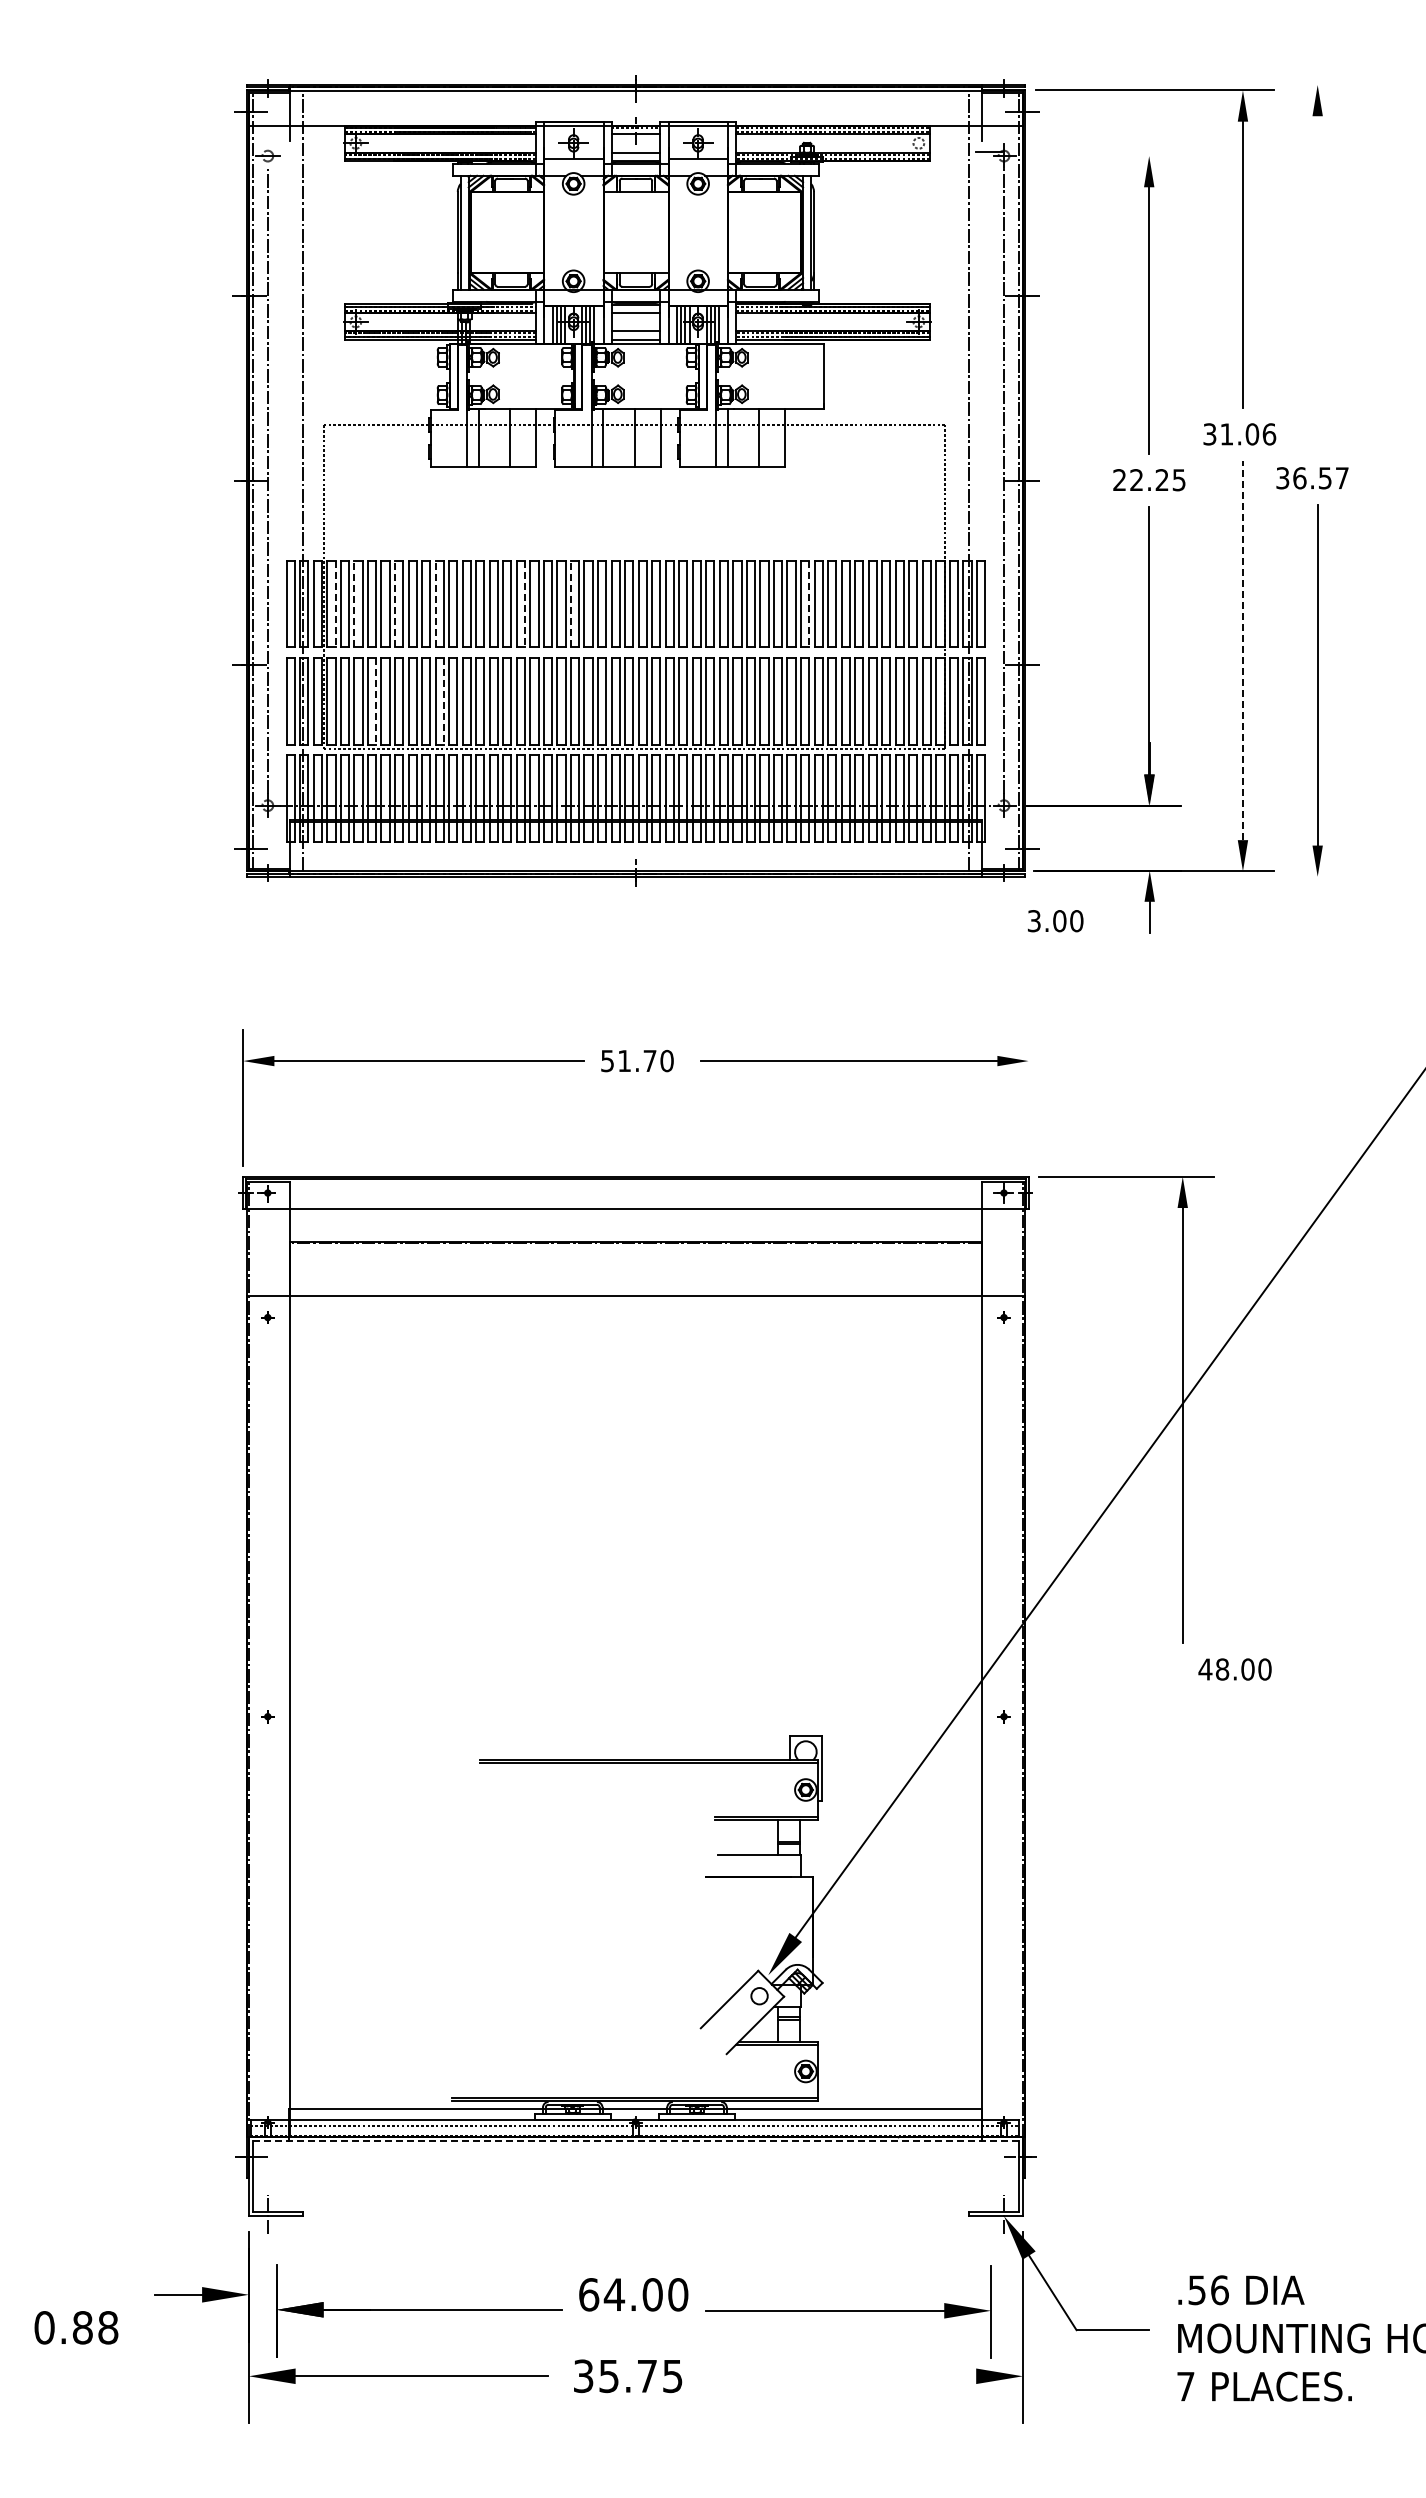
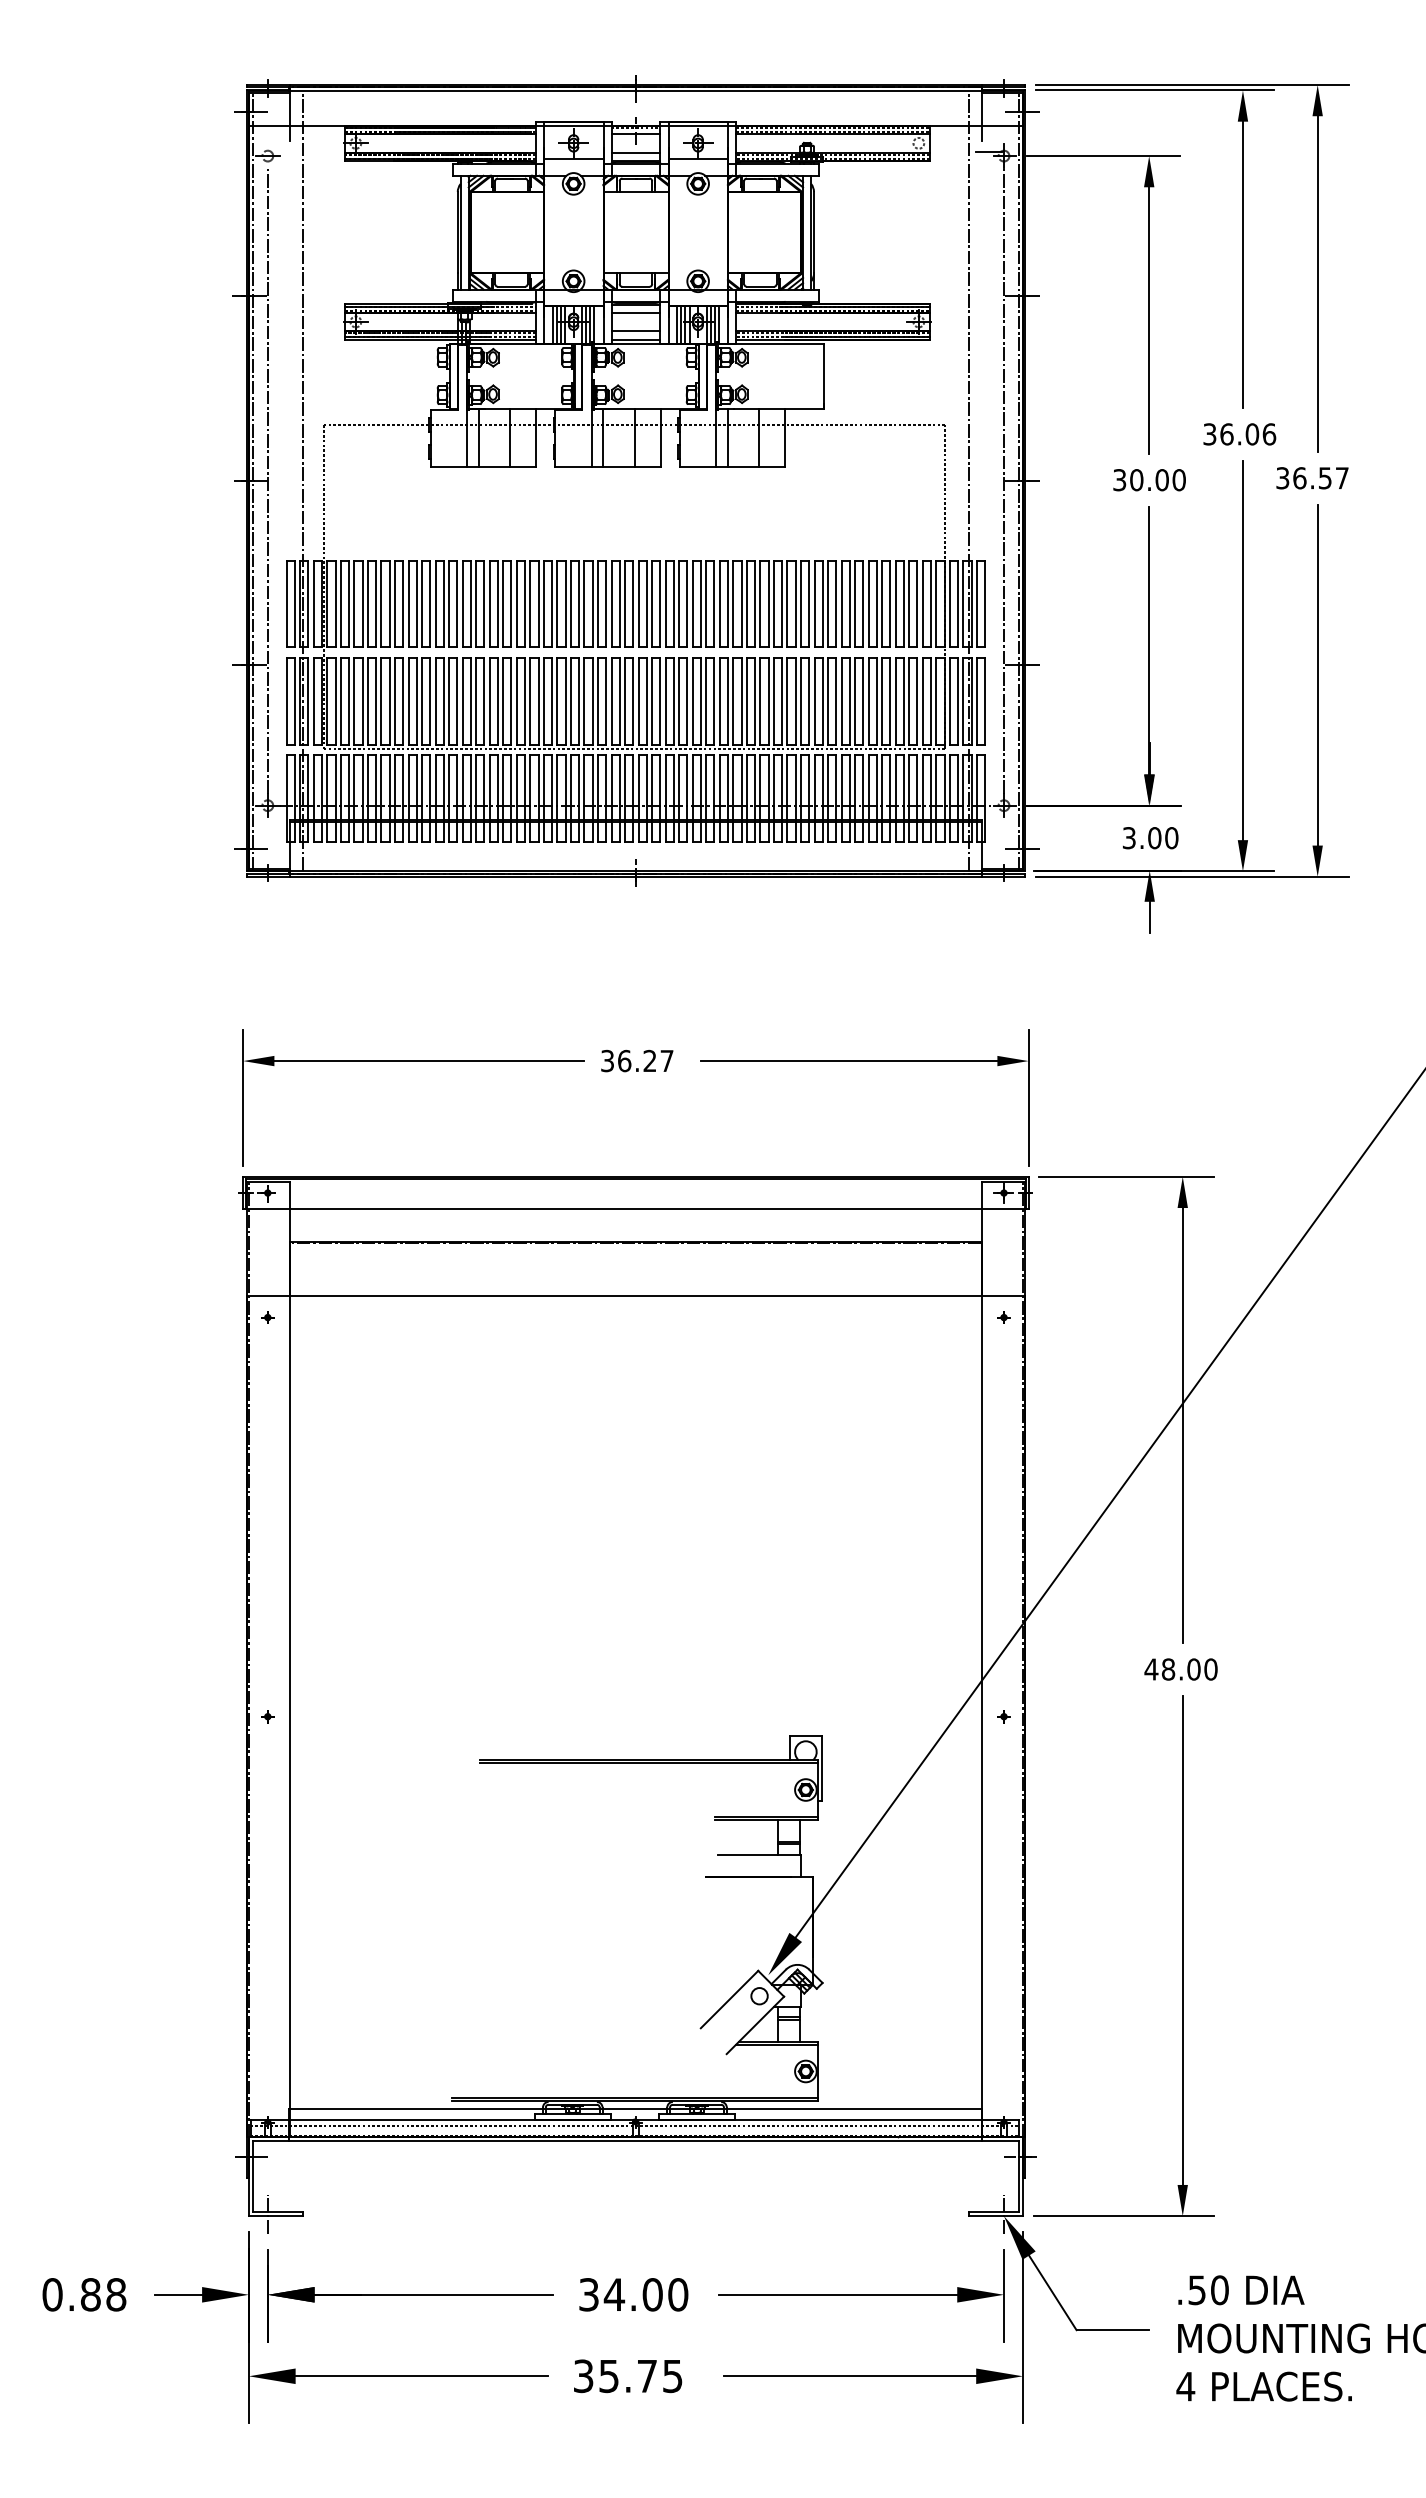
line at (1191, 85): none -> present
line at (1103, 156): none -> present
line at (1317, 283): none -> present
text at (1226, 434): 31.06 -> 36.06
text at (1149, 480): 22.25 -> 30.00
line at (354, 603): dashed -> solid
line at (395, 603): dashed -> solid
line at (435, 603): dashed -> solid
line at (570, 603): dashed -> solid
line at (335, 604): dashed -> solid
line at (525, 604): dashed -> solid
line at (809, 604): dashed -> solid
line at (1242, 650): dashed -> solid
line at (376, 701): dashed -> solid
line at (443, 701): dashed -> solid
line at (1191, 876): none -> present
text at (1055, 921) position: (1055, 921) -> (1150, 838)
text at (637, 1060): 51.70 -> 36.27
line at (1028, 1097): none -> present
text at (1234, 1669) position: (1234, 1669) -> (1180, 1669)
part at (1182, 1955): none -> present
line at (635, 2141): dashed -> solid
text at (1219, 2289): .56 -> .50
text at (589, 2294): 64.00 -> 34.00
part at (419, 2310) position: (419, 2310) -> (410, 2295)
part at (848, 2311) position: (848, 2311) -> (861, 2295)
text at (76, 2327) position: (76, 2327) -> (84, 2294)
line at (850, 2376): none -> present
text at (1185, 2386): 7 -> 4
